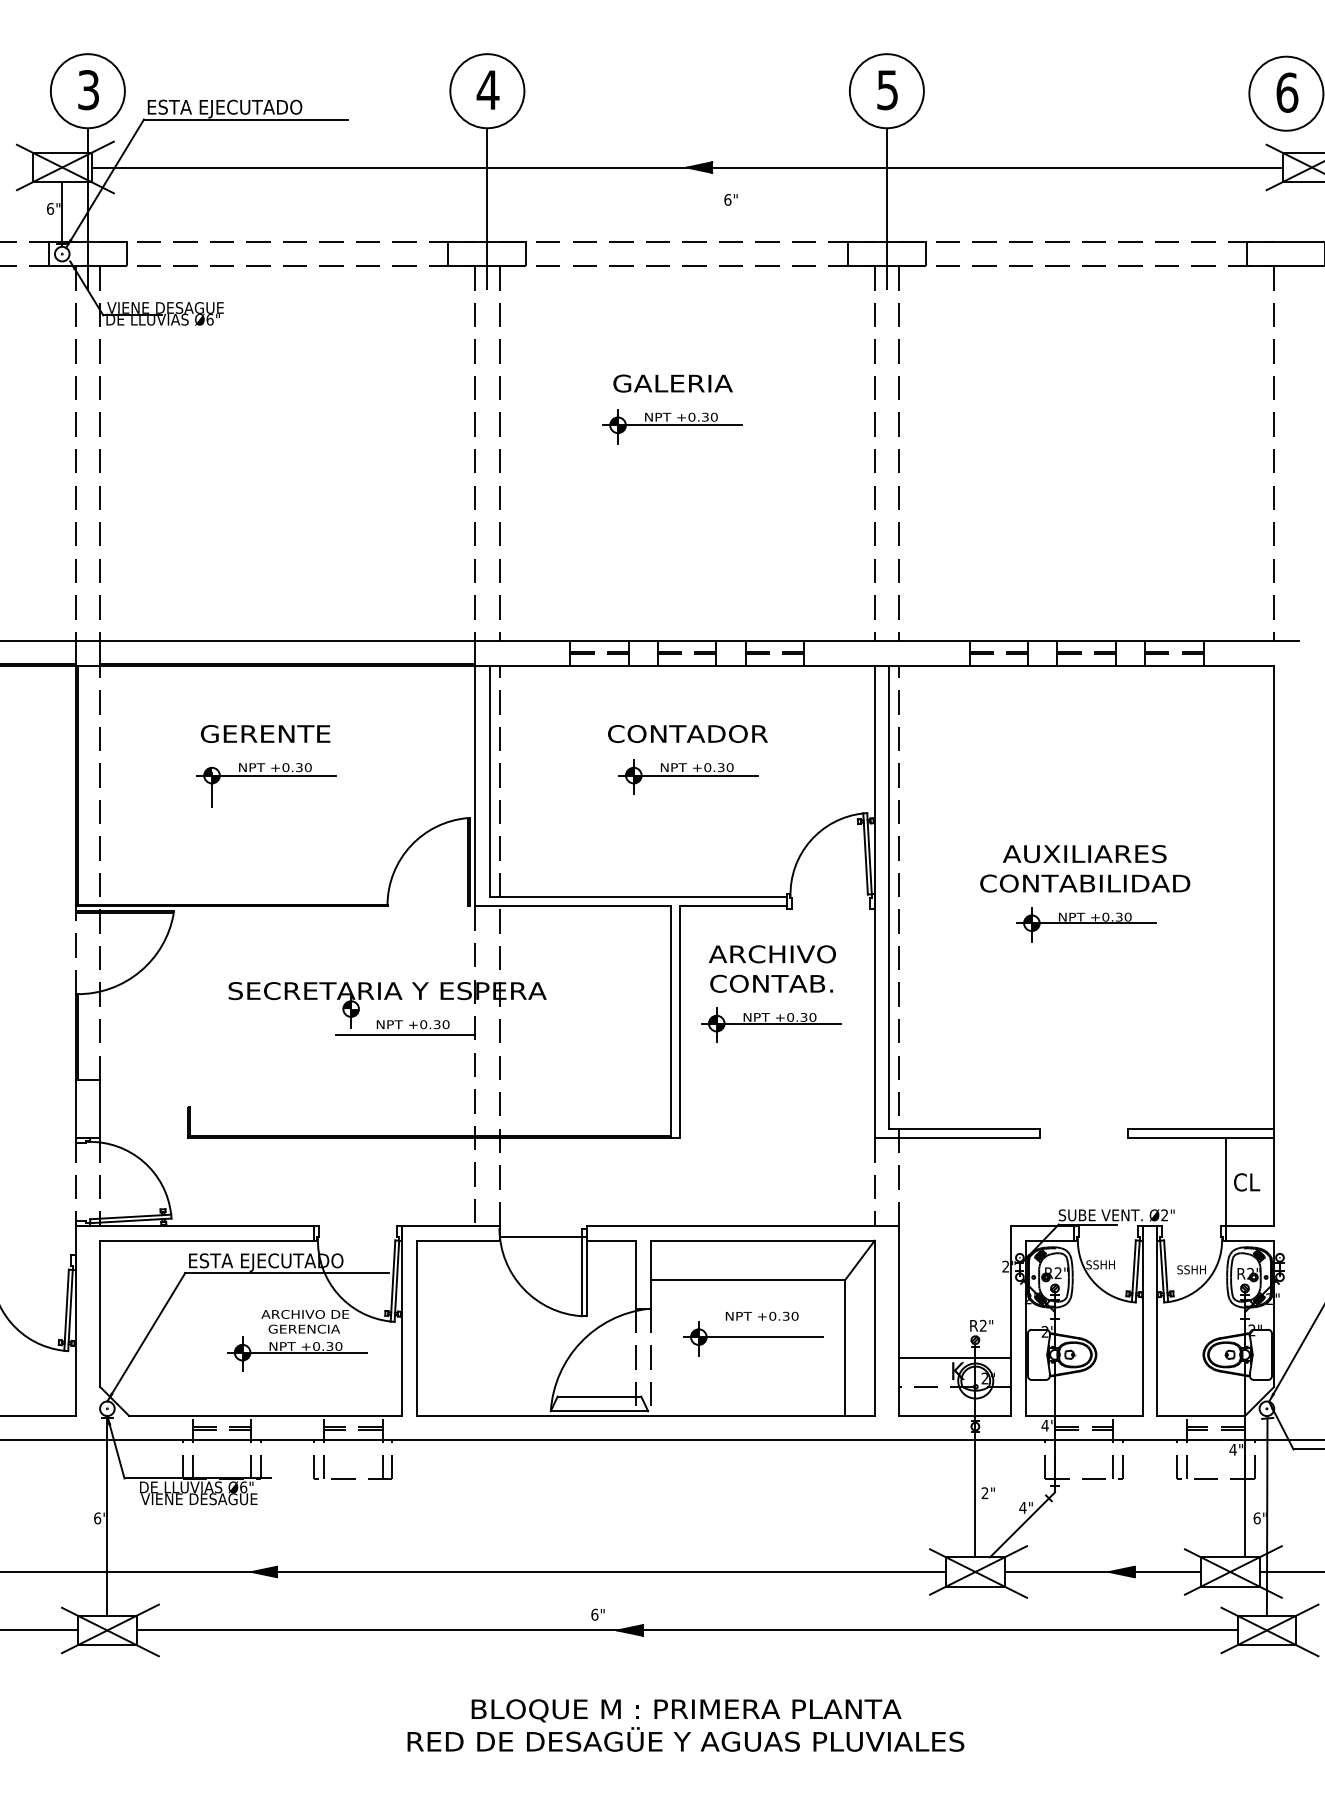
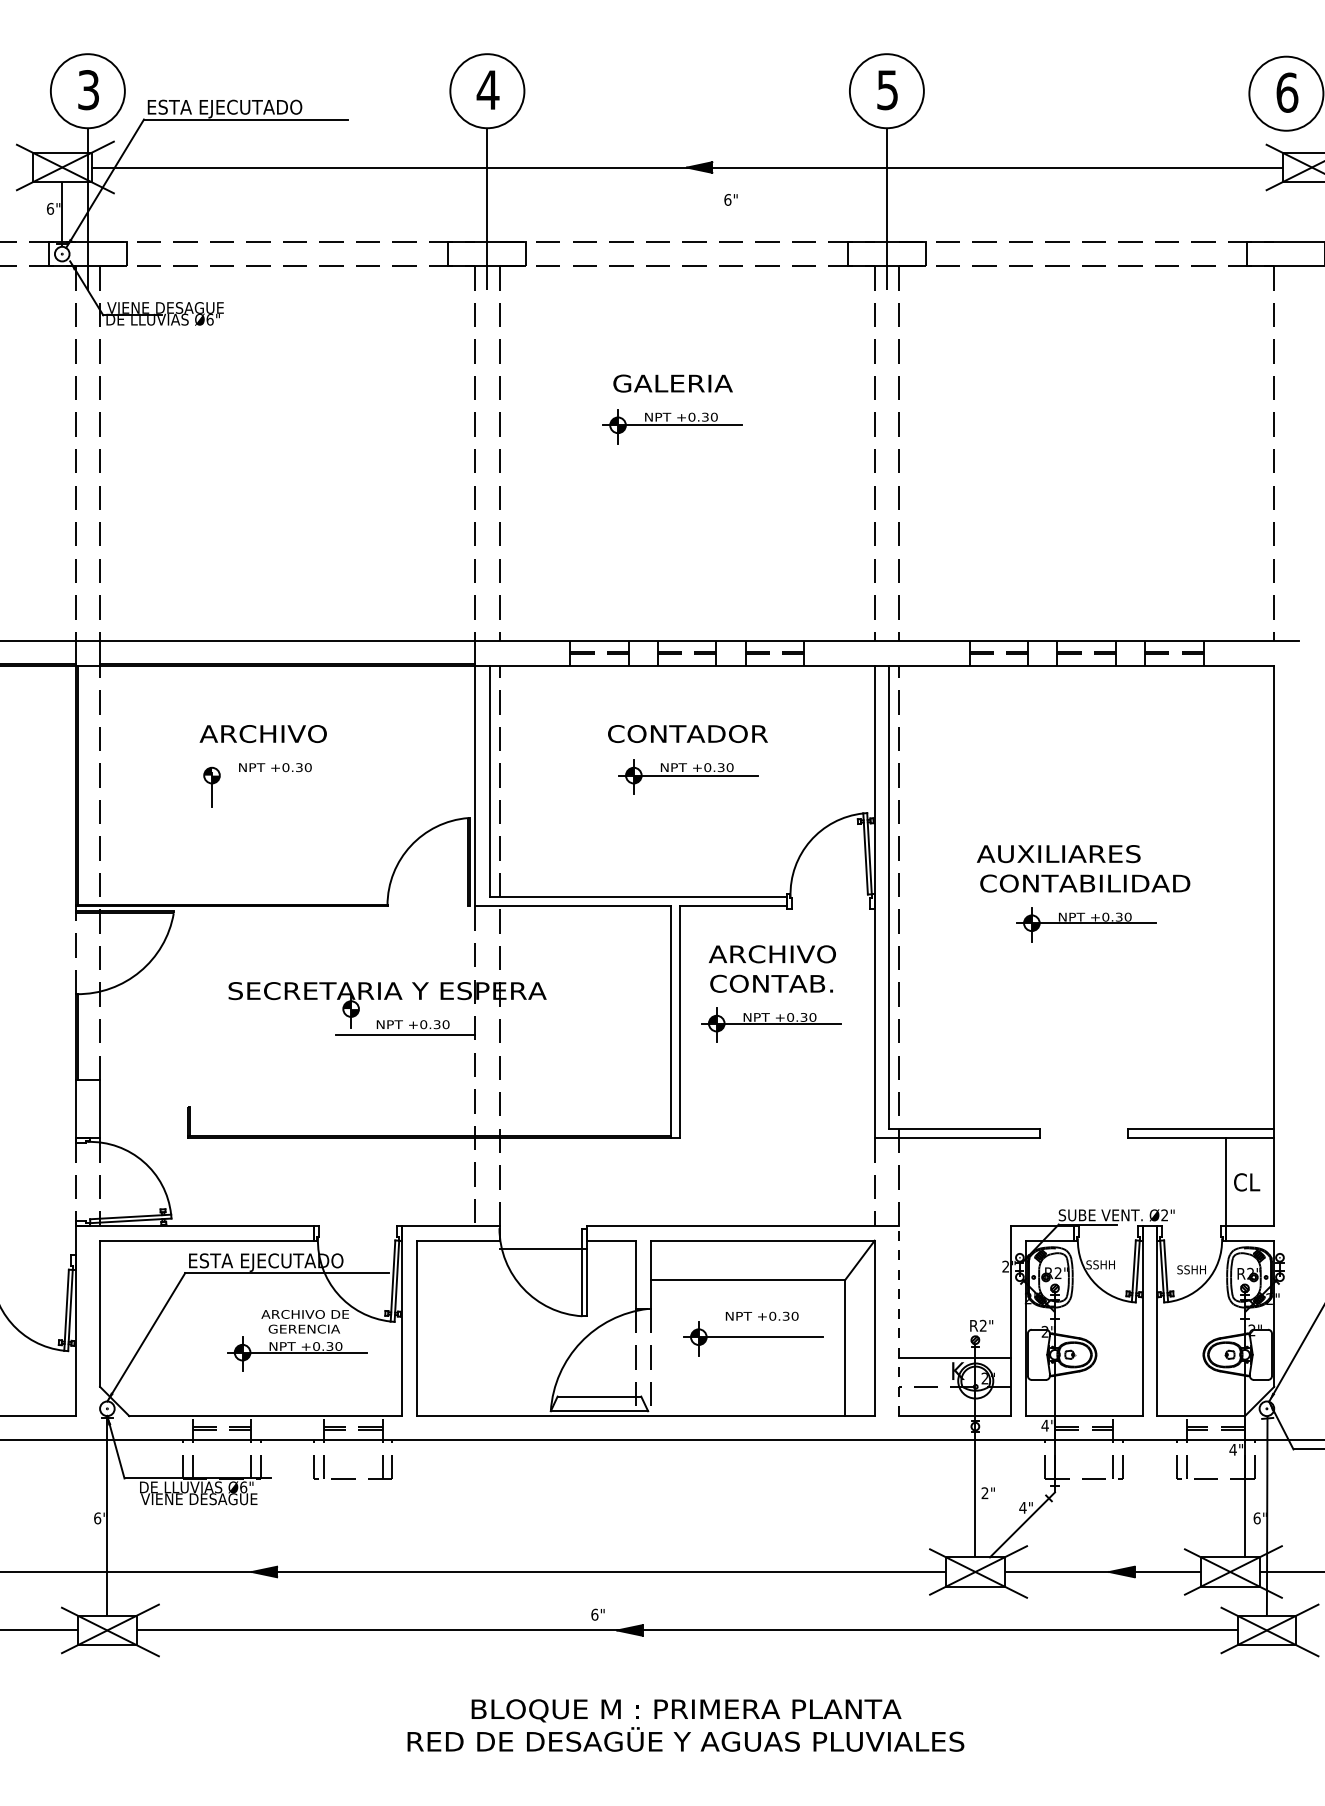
text at (264, 734): GERENTE -> ARCHIVO
line at (266, 775): present -> none
text at (1084, 854) position: (1084, 854) -> (1058, 854)
line at (543, 1236) position: (543, 1236) -> (543, 1248)
line at (899, 1320): solid -> dashed
